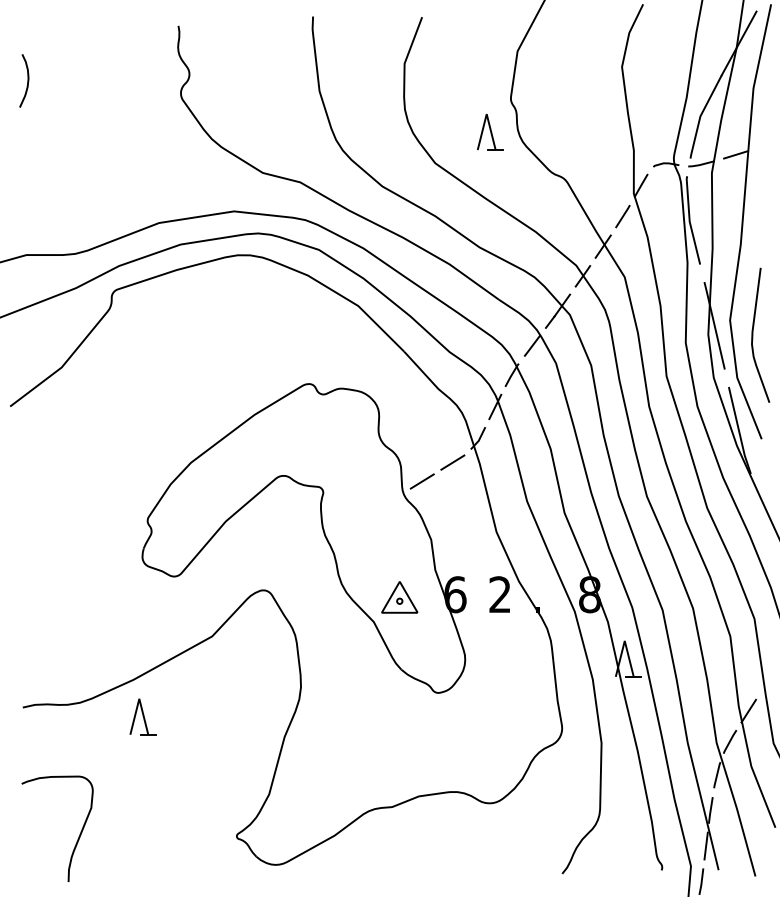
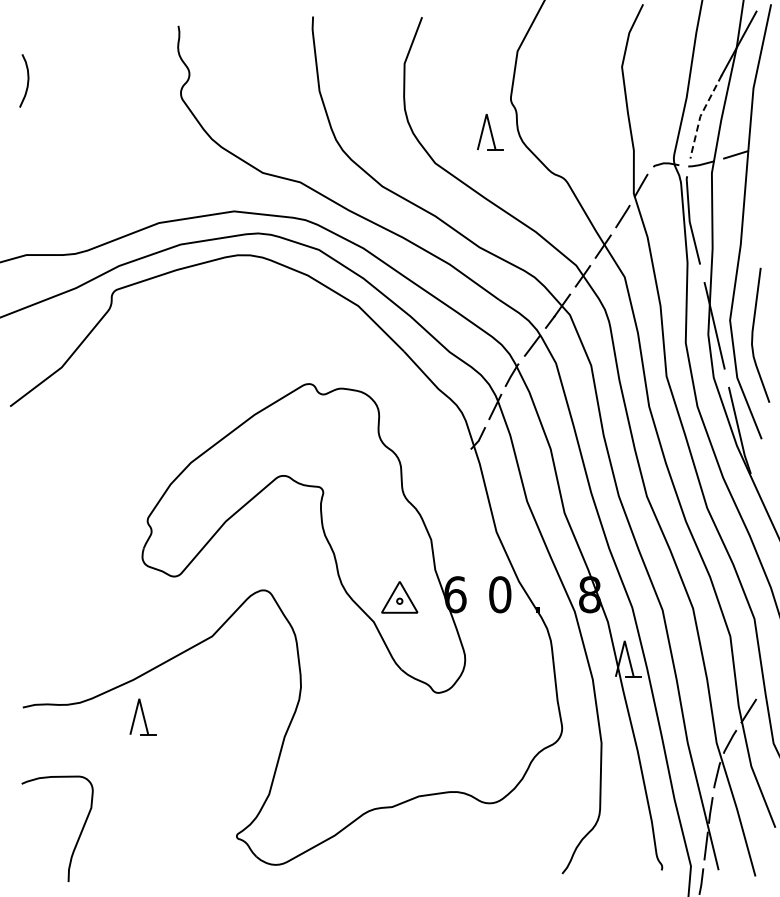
line at (700, 116): solid -> dashed
line at (452, 462): present -> none
line at (421, 481): present -> none
text at (500, 594): 2 -> 0
